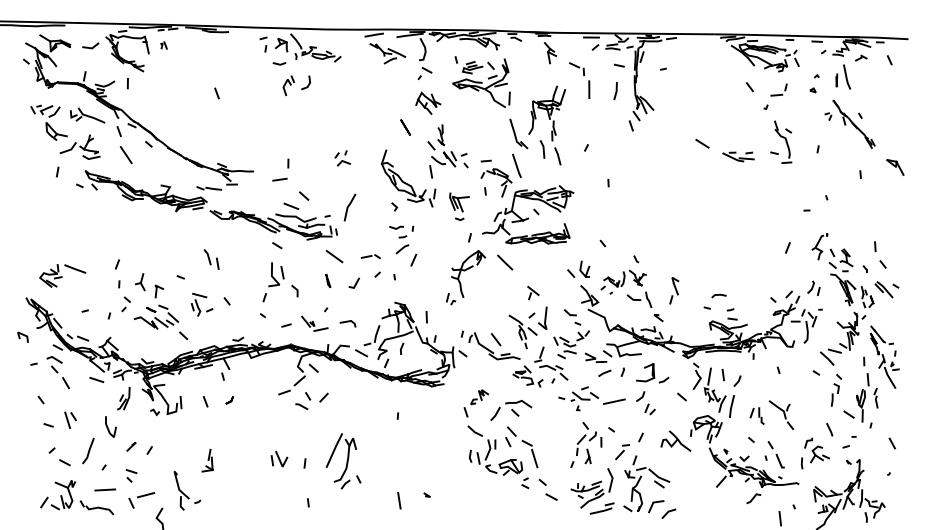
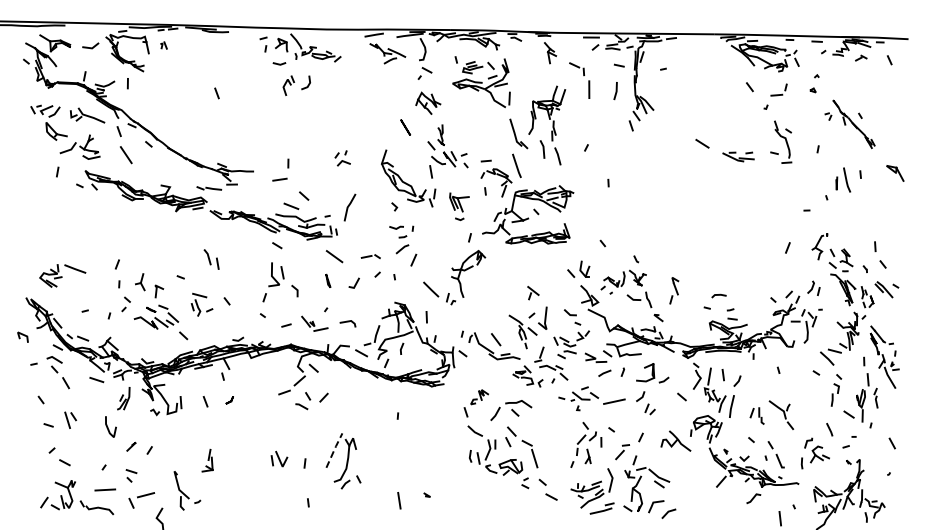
part at (843, 76) position: (843, 76) -> (843, 179)
part at (895, 167) position: (895, 167) -> (895, 173)
line at (505, 262) position: (505, 262) -> (431, 289)
line at (334, 449): solid -> dashed
line at (88, 450): present -> none
